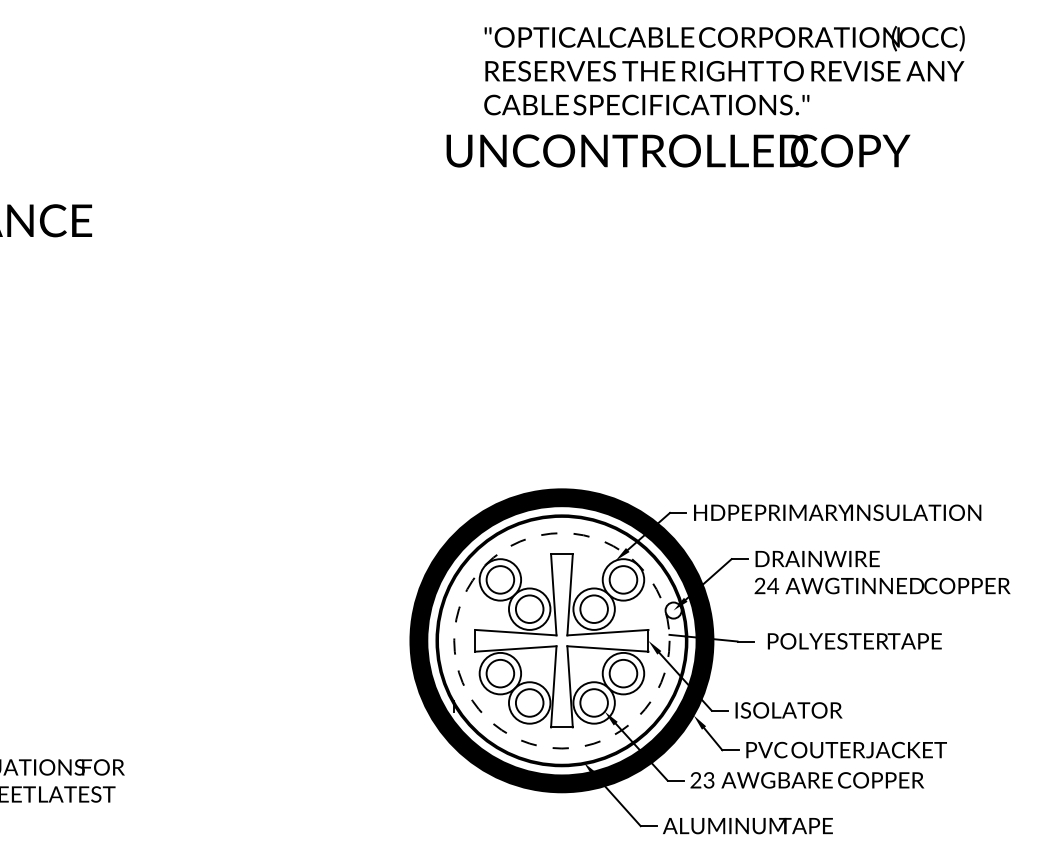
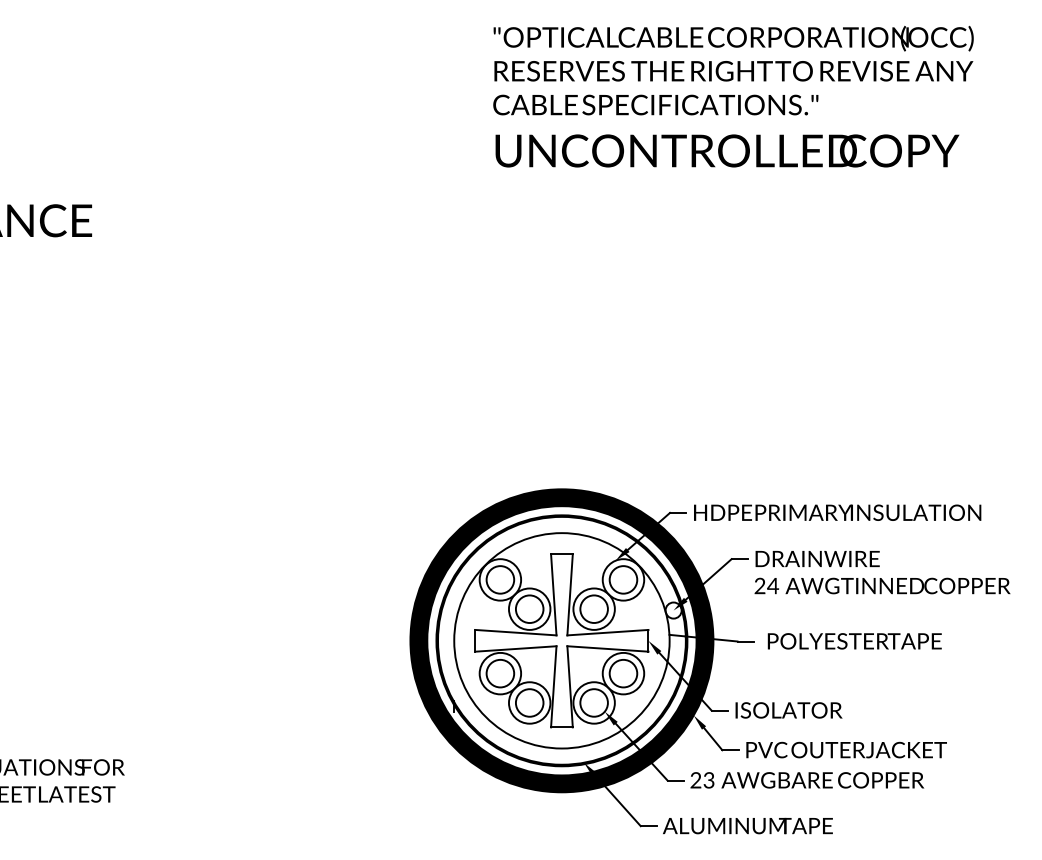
text at (724, 70) position: (724, 70) -> (733, 70)
text at (678, 150) position: (678, 150) -> (727, 150)
circle at (561, 640): dashed -> solid
